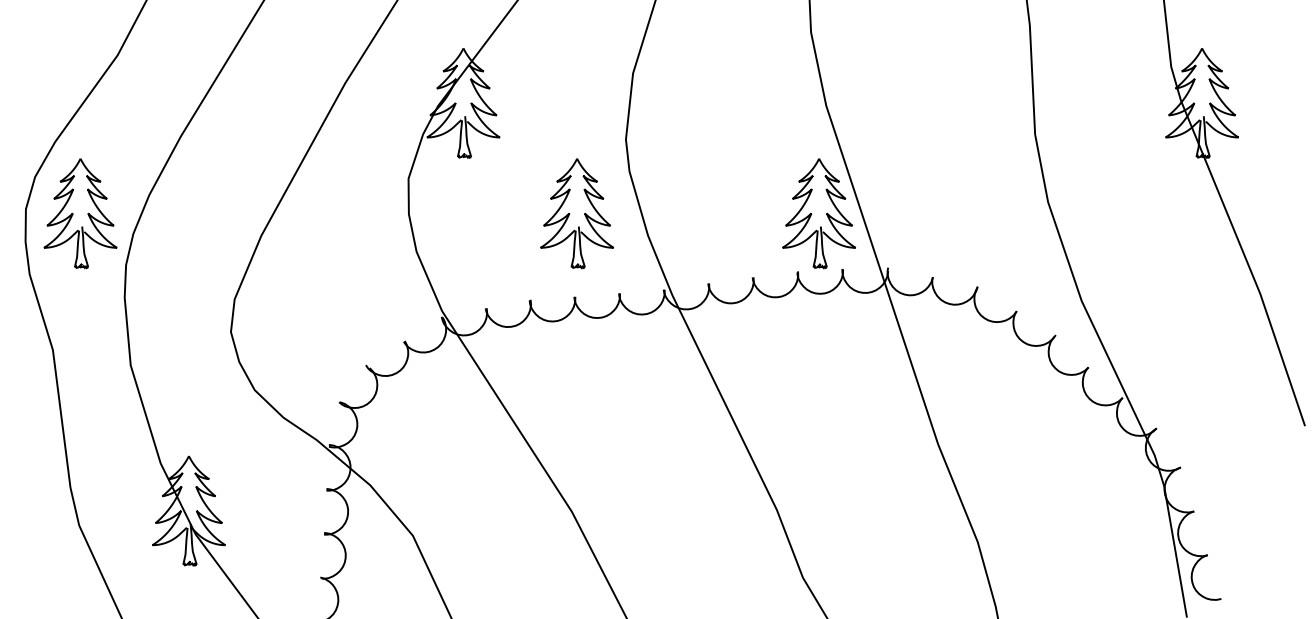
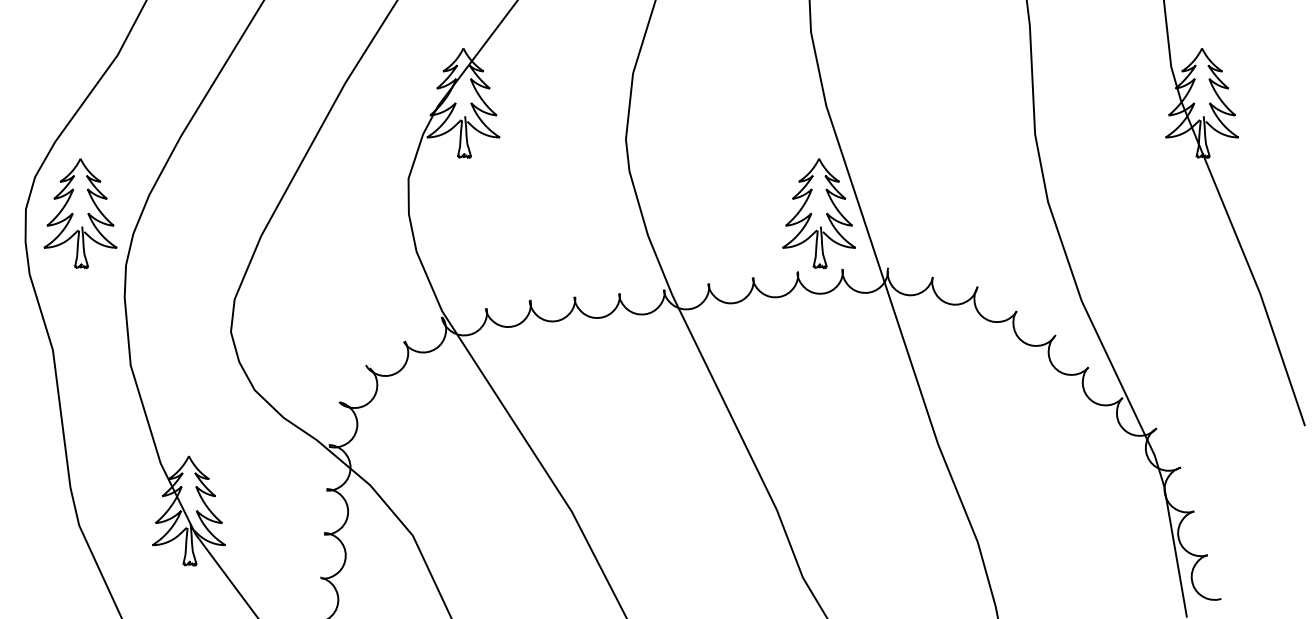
part at (576, 213): present -> none
